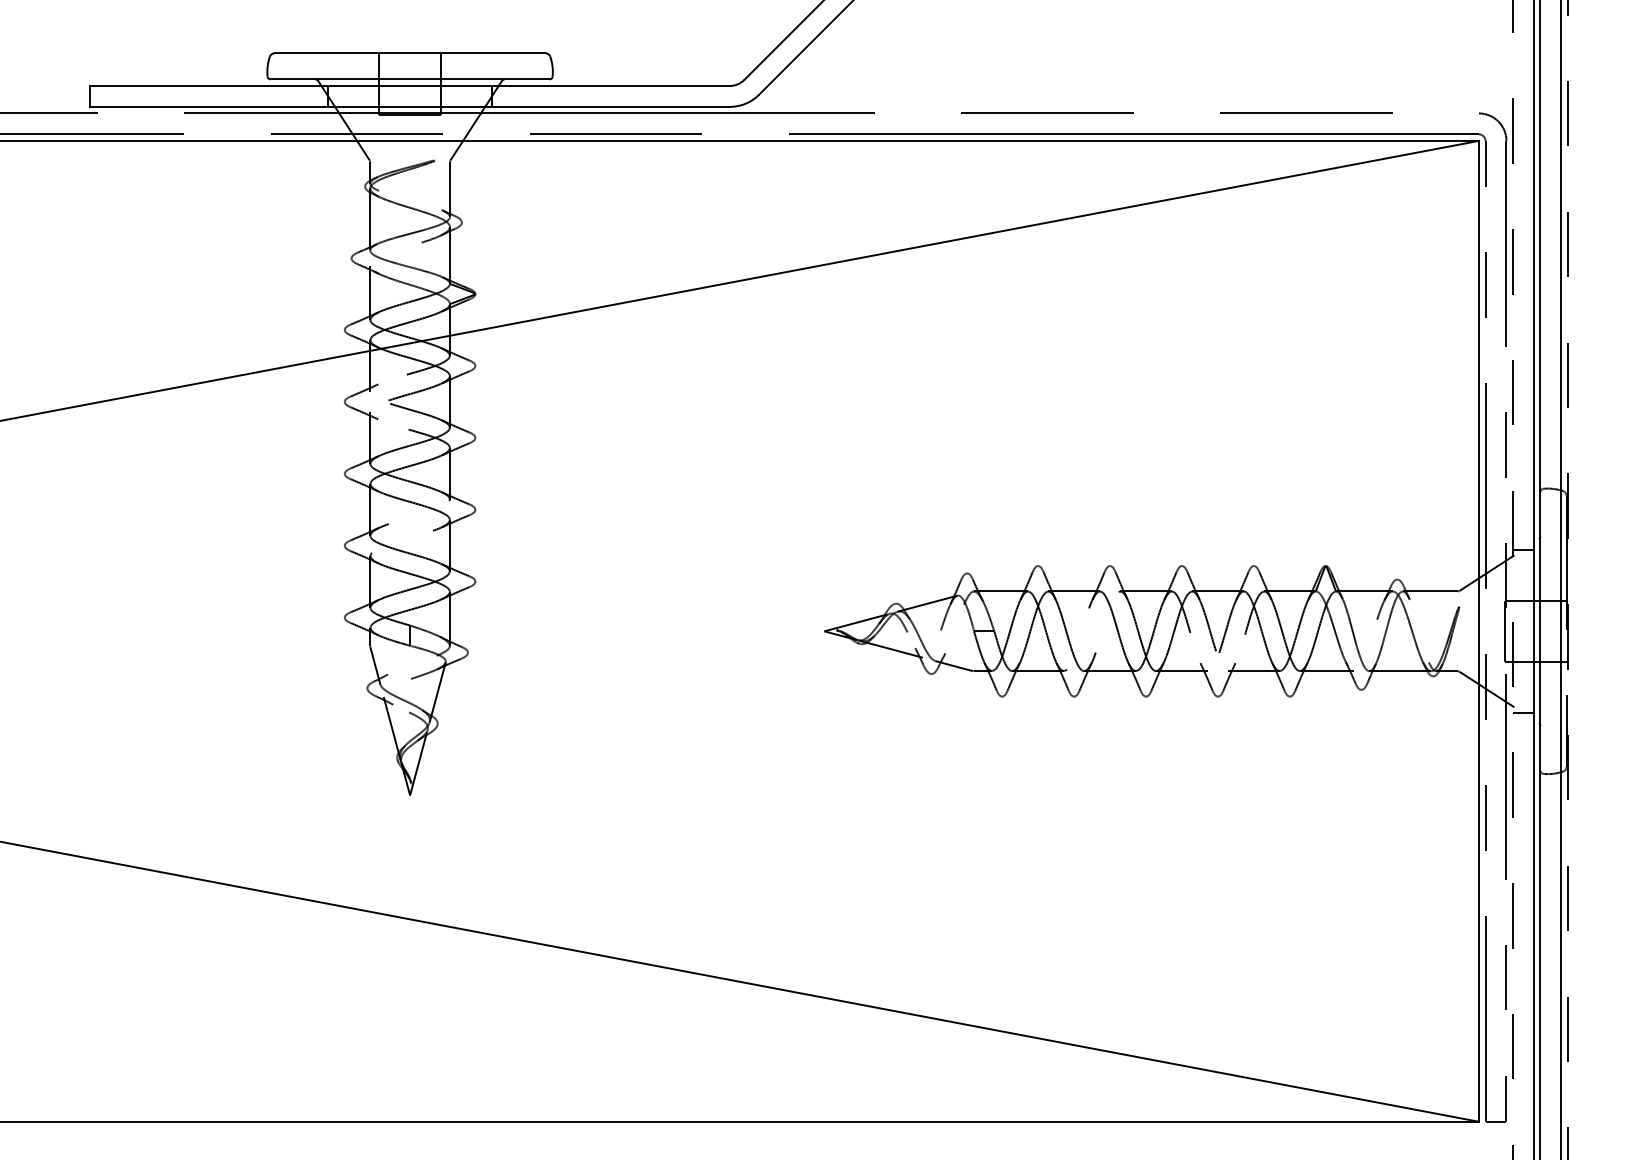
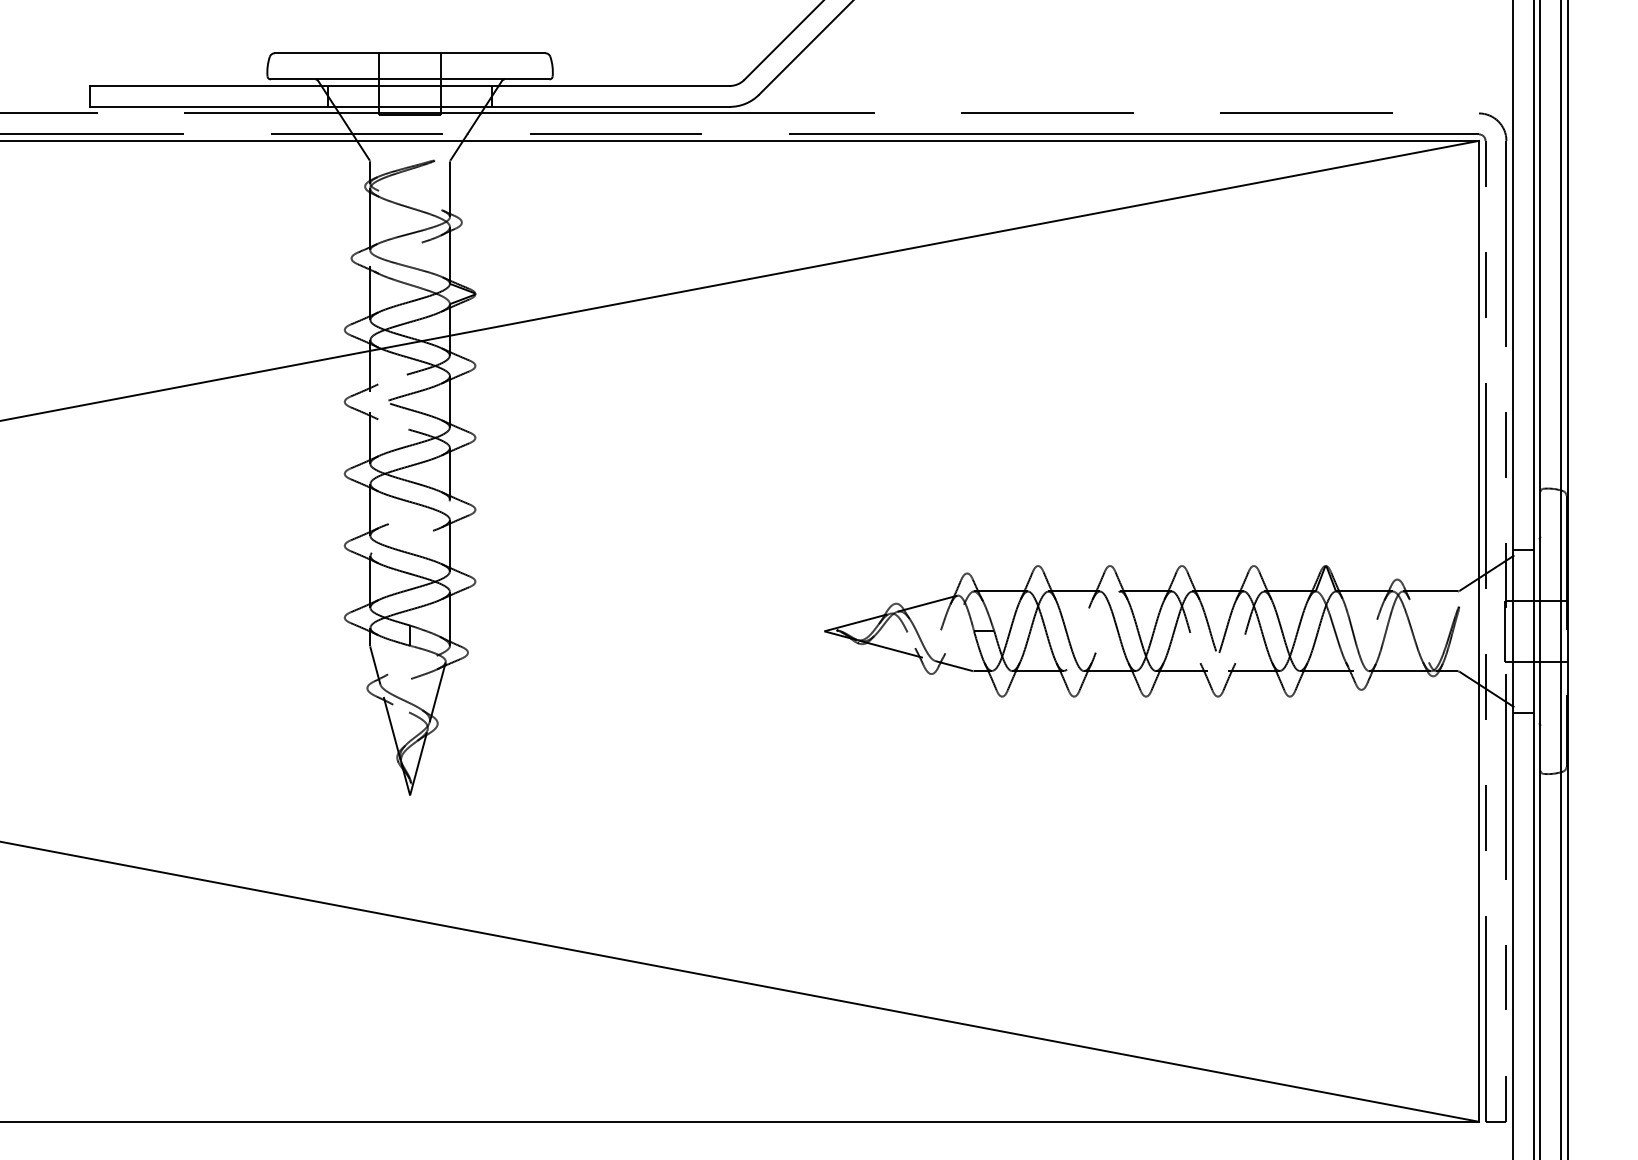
line at (1513, 579): dashed -> solid
line at (1567, 580): dashed -> solid
